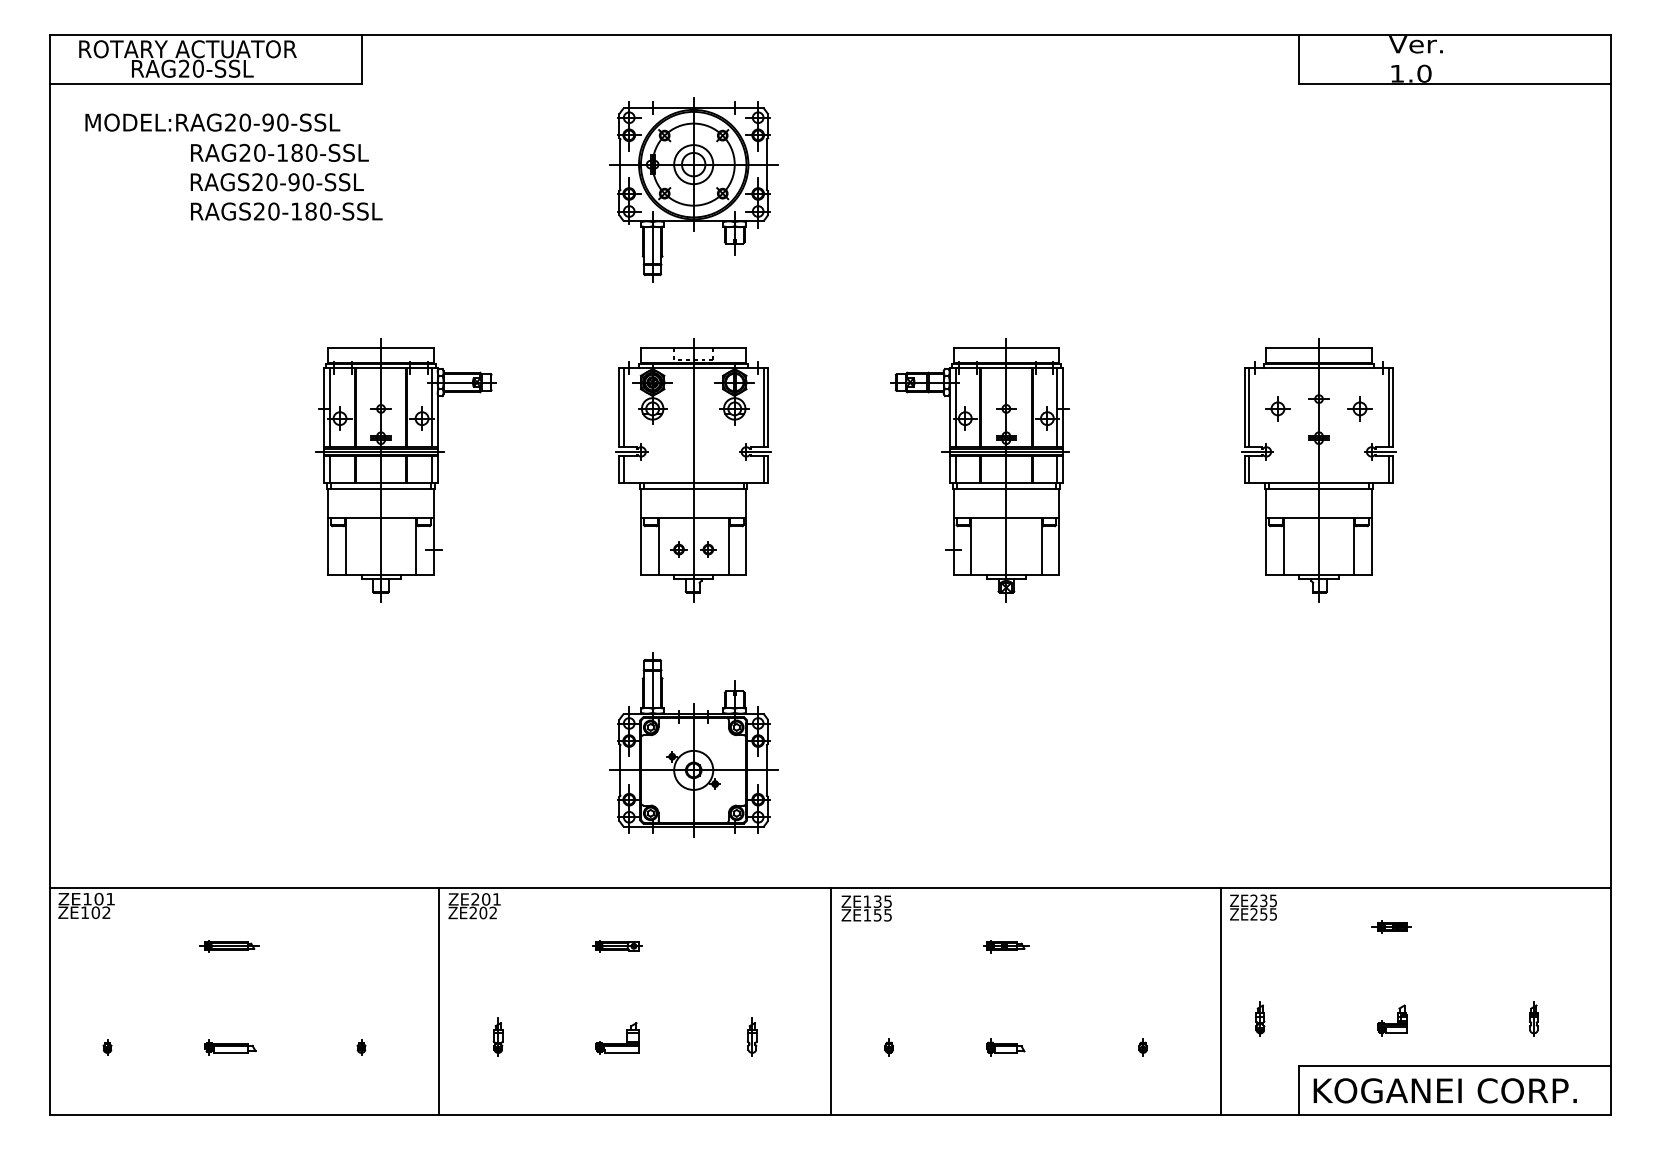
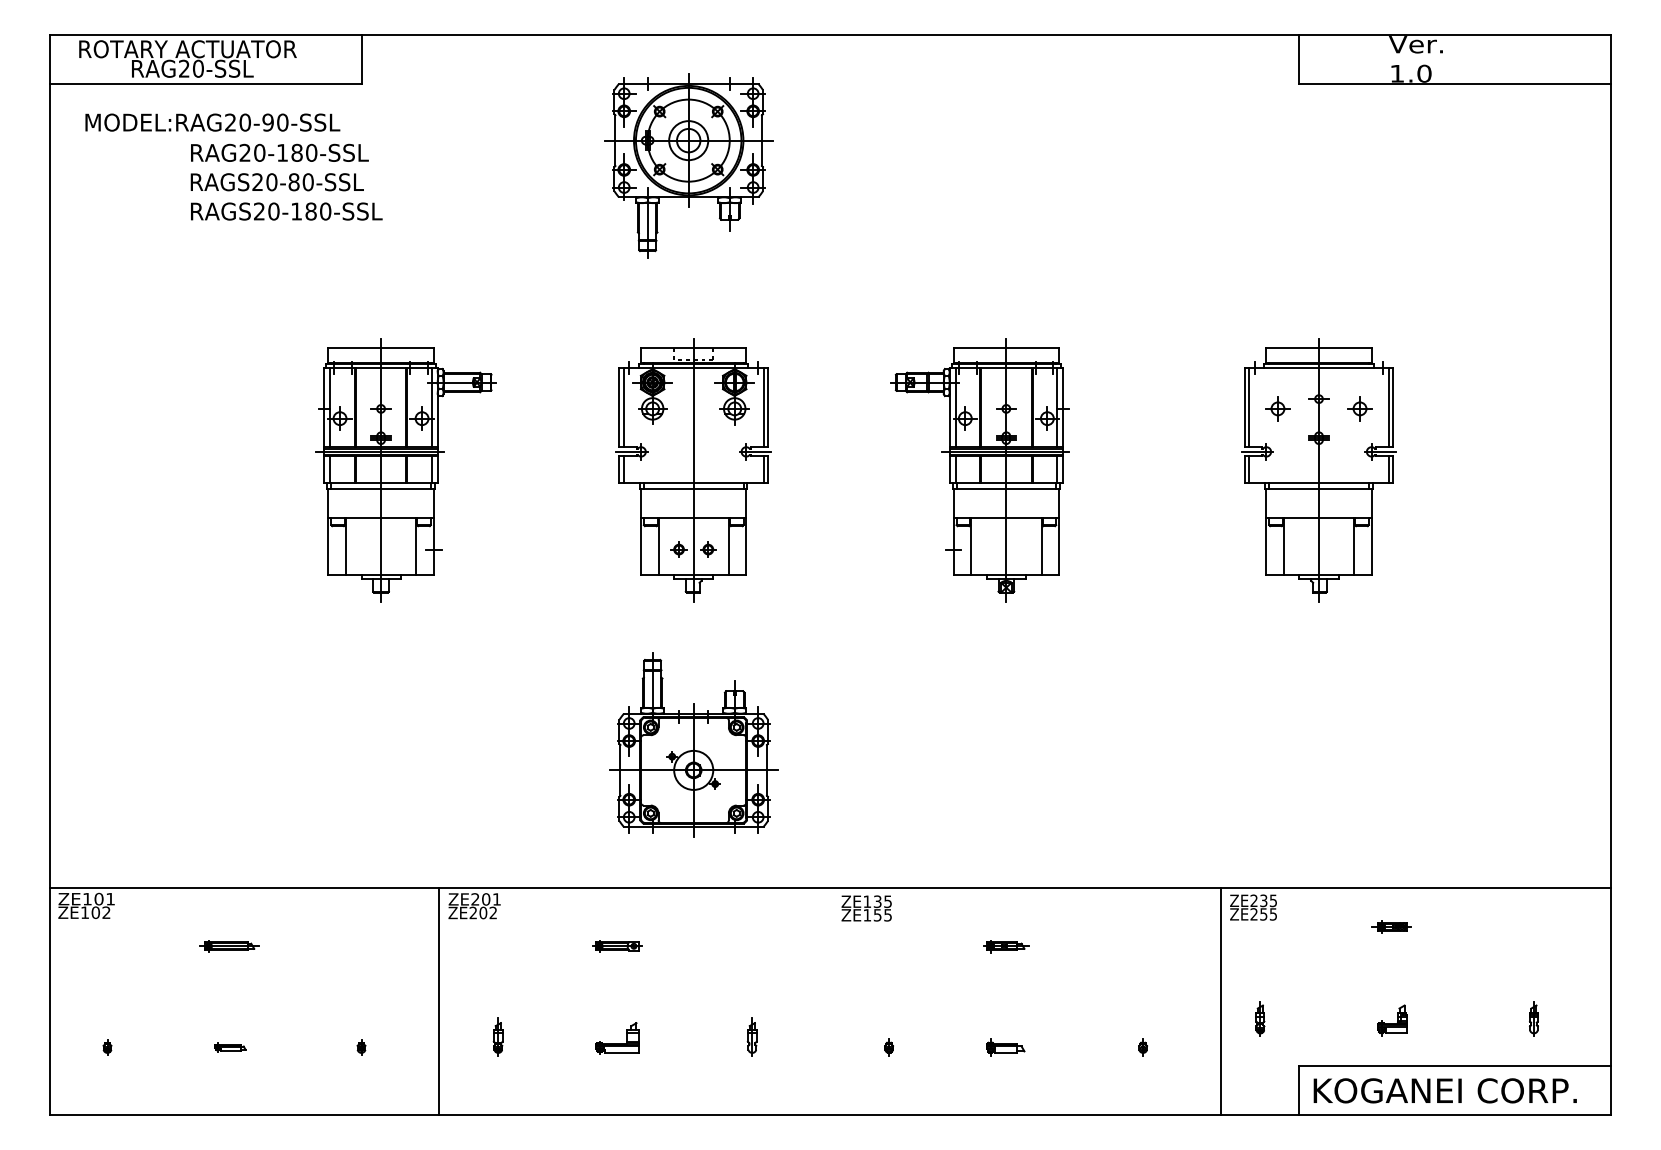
text at (293, 182): RAGS20-90-SSL -> RAGS20-80-SSL
part at (693, 189) position: (693, 189) -> (688, 165)
line at (830, 1001): present -> none
part at (230, 1047) size: 53x17 px -> 33x11 px
